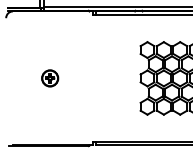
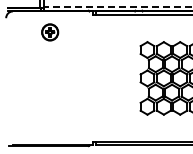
line at (118, 6): solid -> dashed
part at (50, 78) position: (50, 78) -> (50, 32)
